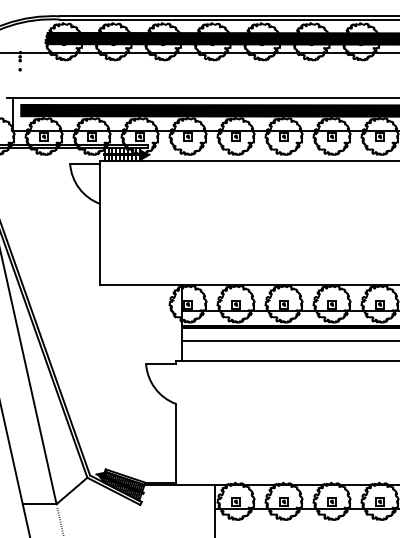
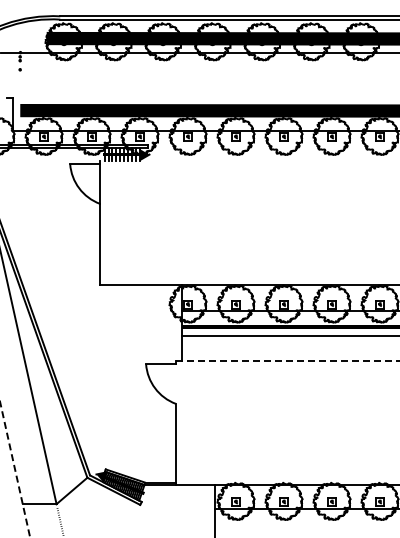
line at (204, 98): present -> none
line at (247, 160): present -> none
line at (289, 341) position: (289, 341) -> (289, 336)
line at (287, 360): solid -> dashed
line at (15, 470): solid -> dashed
